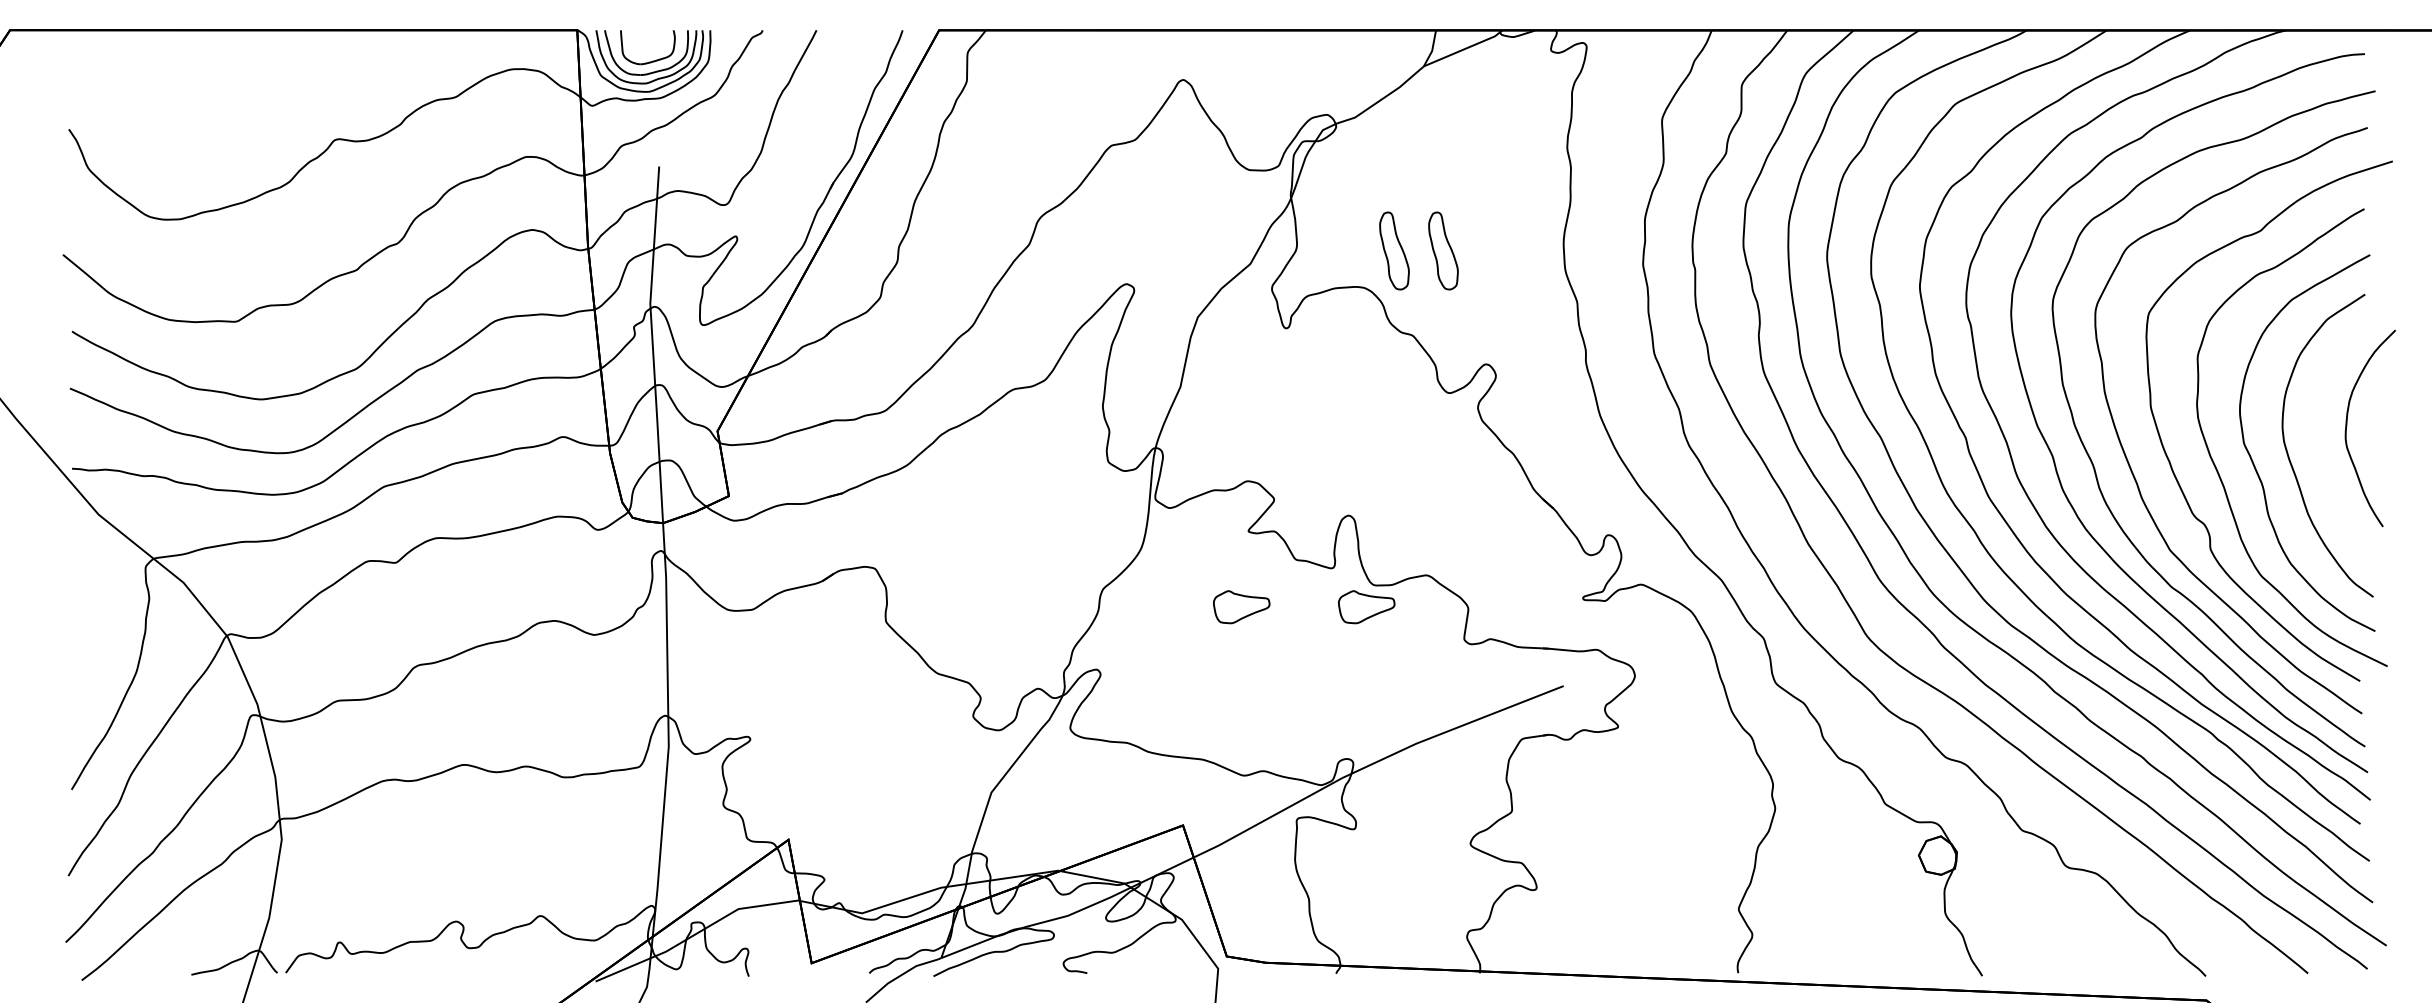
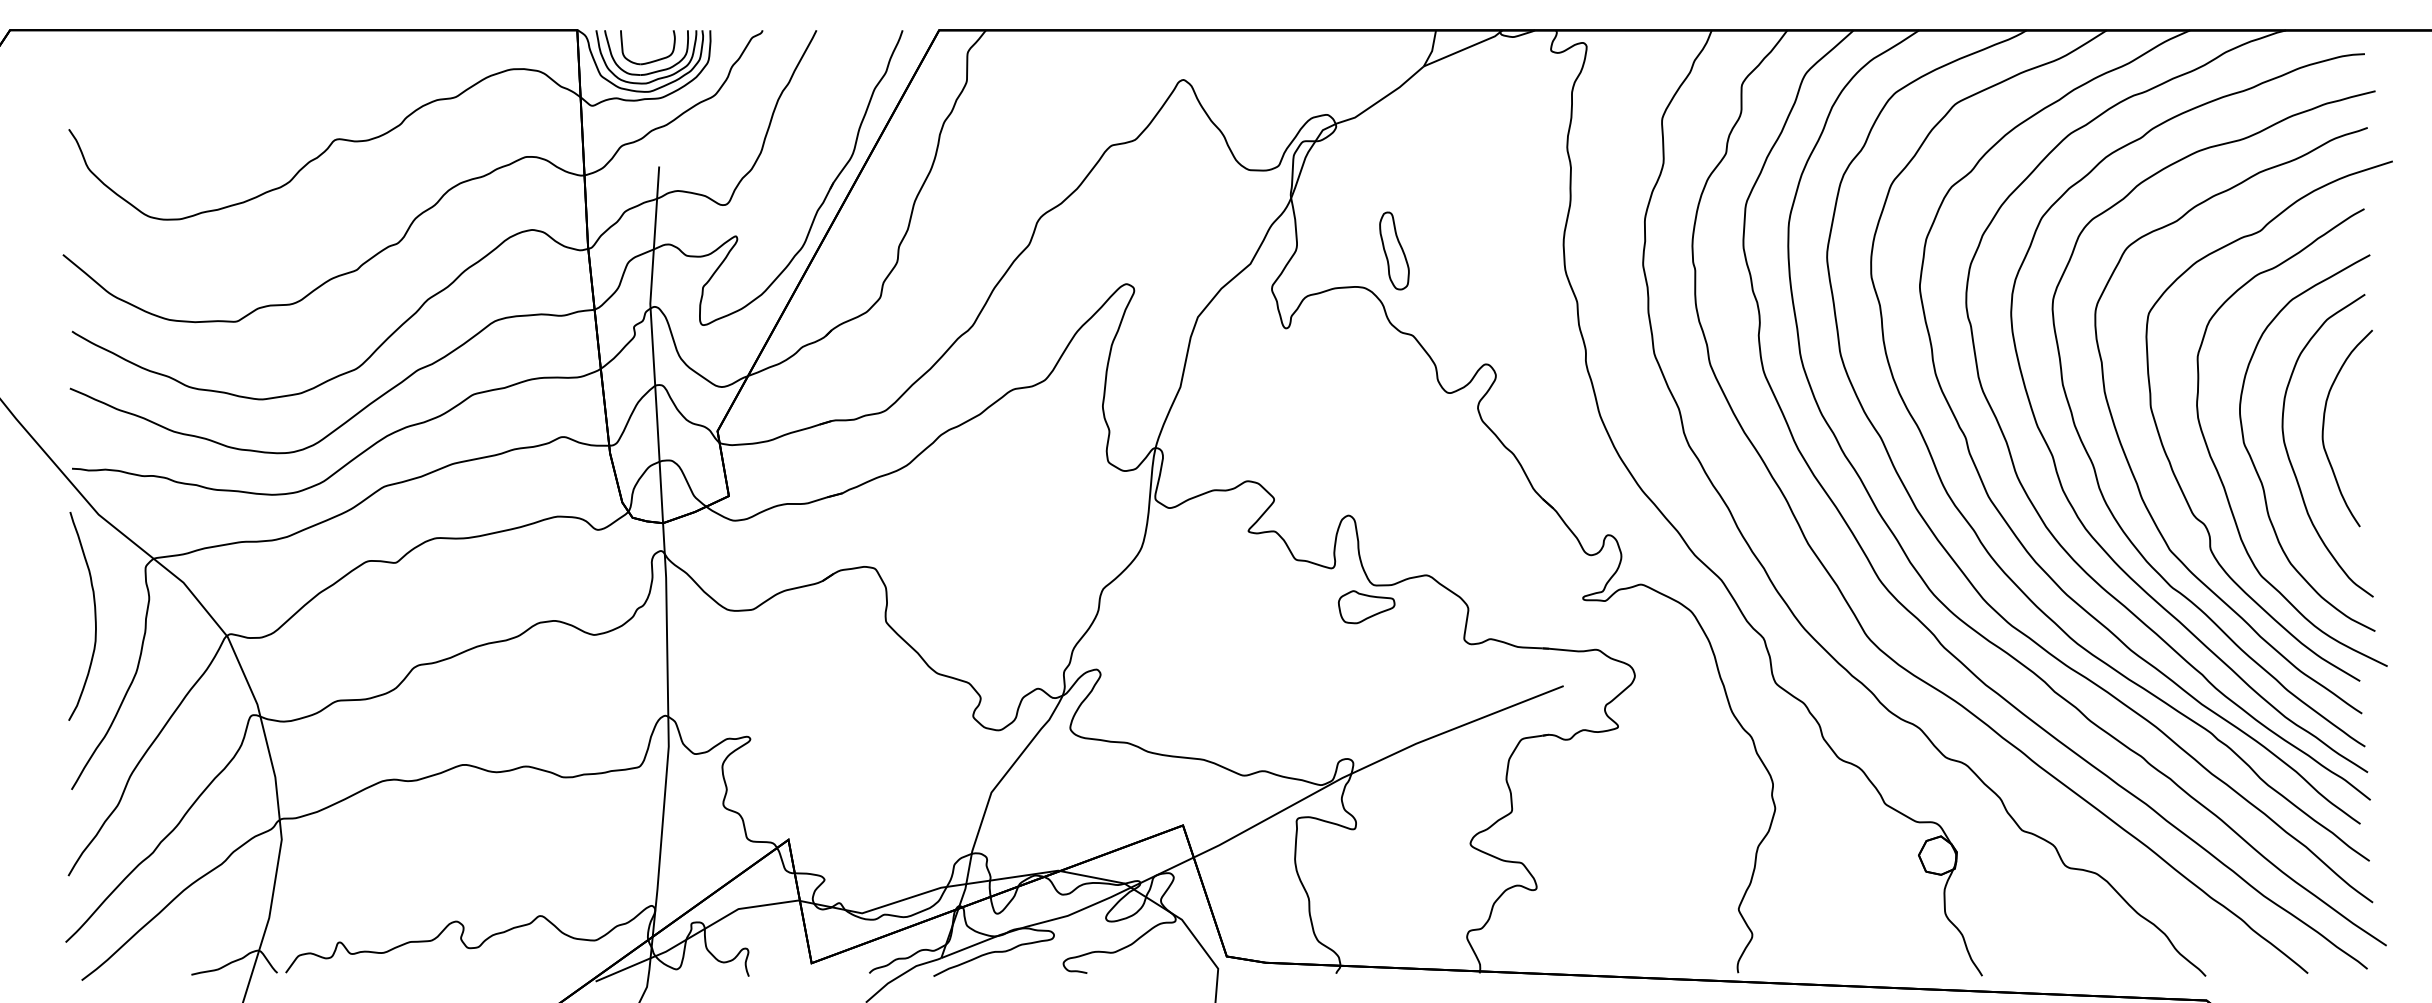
part at (1443, 250): present -> none
curve at (2347, 426) position: (2347, 426) -> (2324, 426)
part at (1241, 607): present -> none
curve at (94, 616): none -> present
